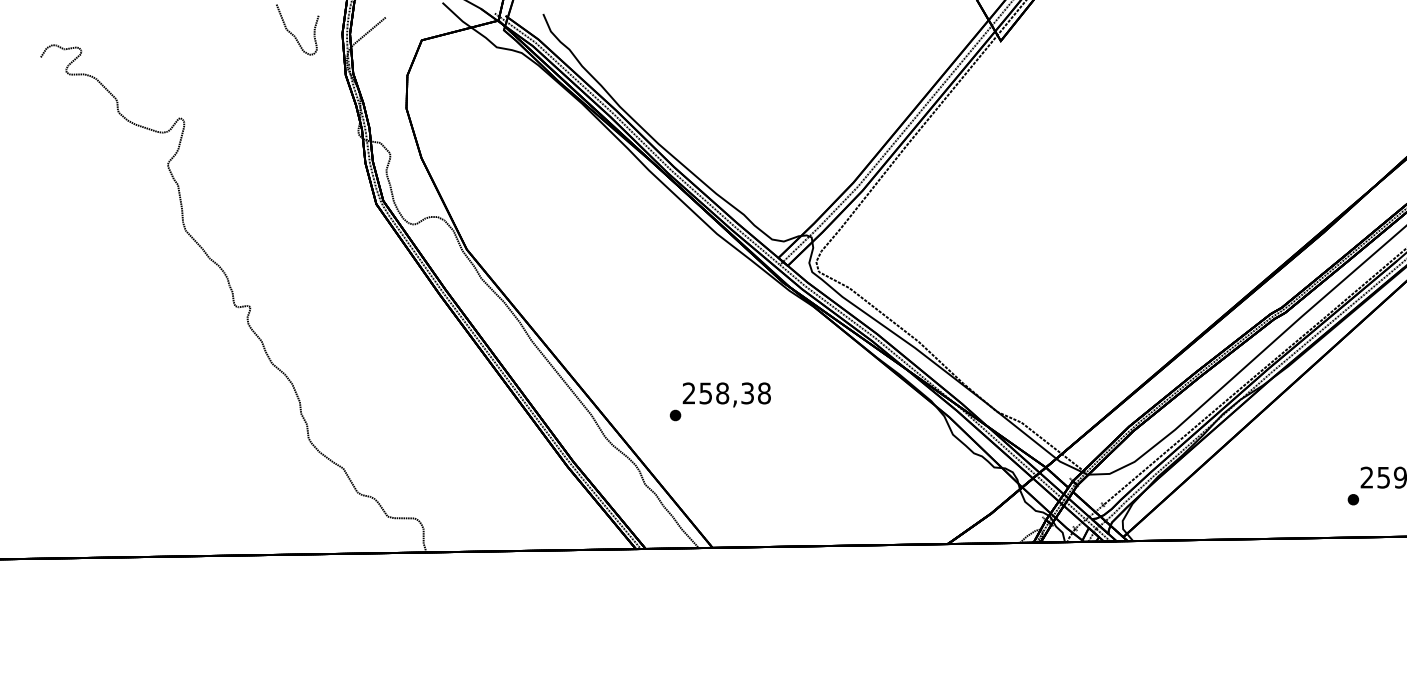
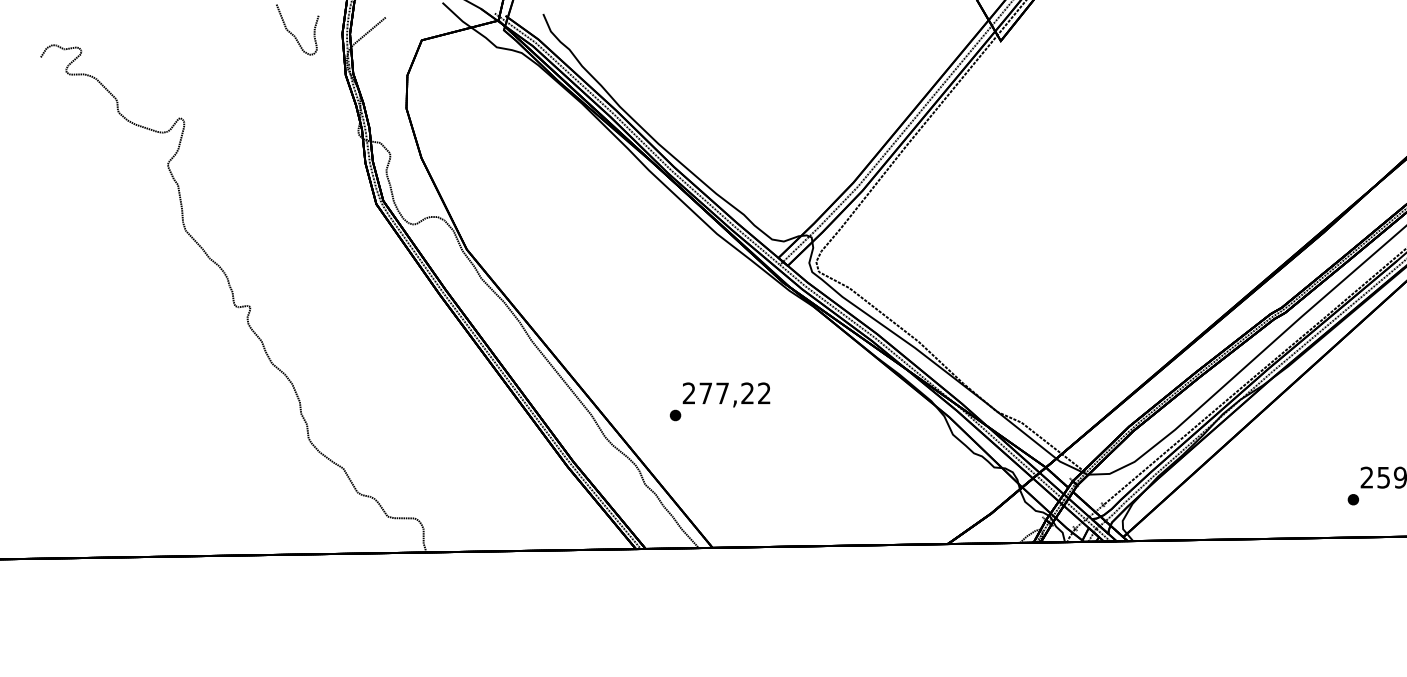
text at (734, 393): 258,38 -> 277,22
